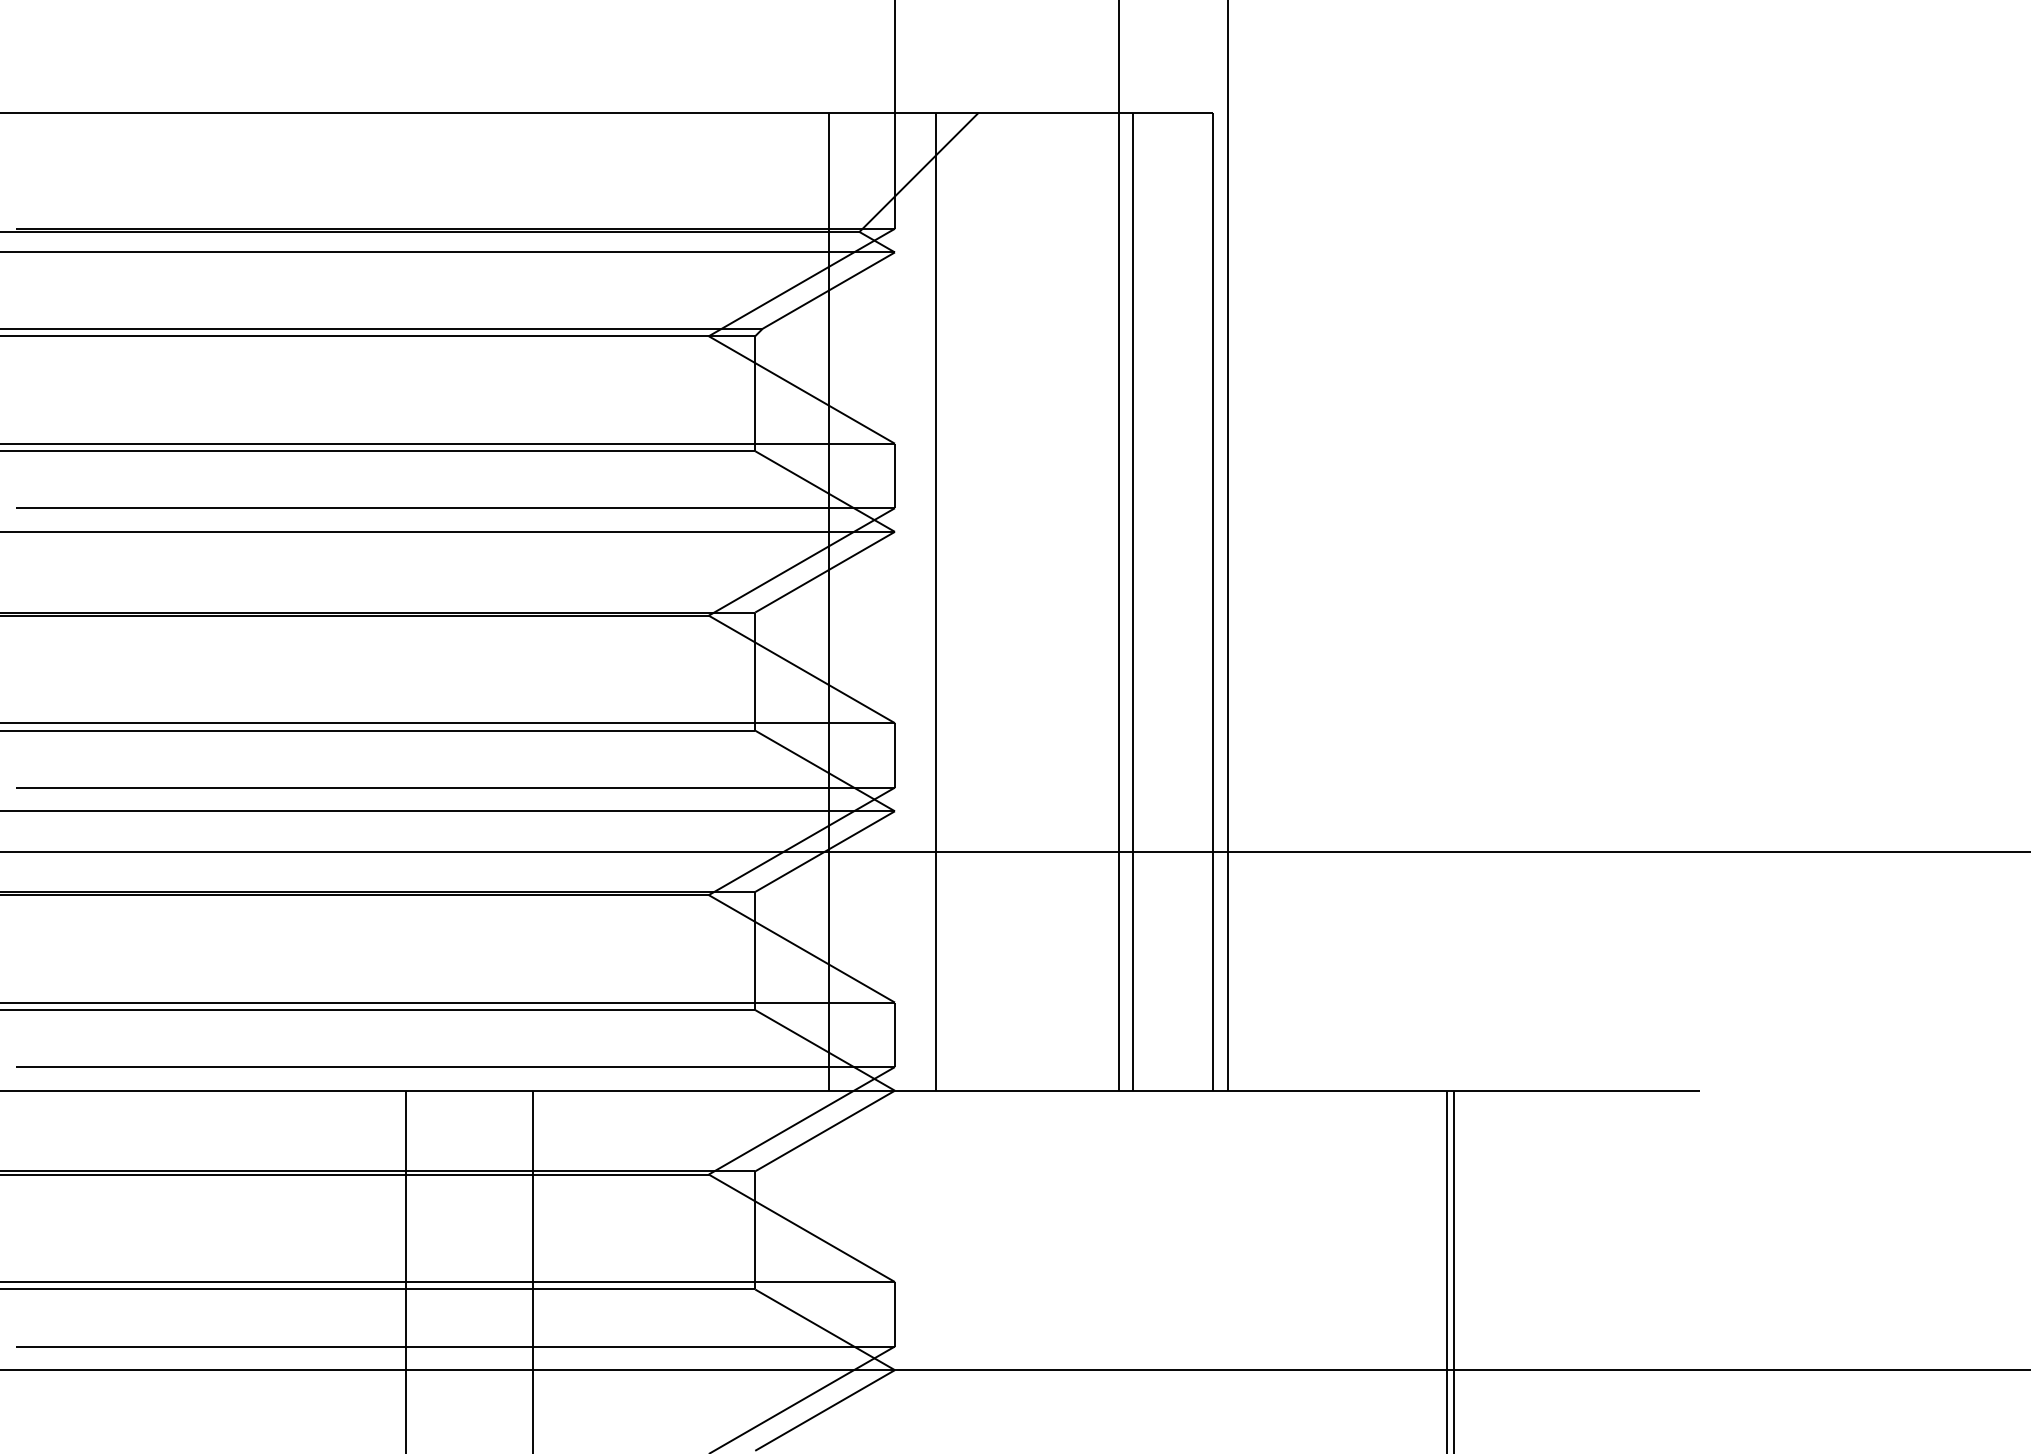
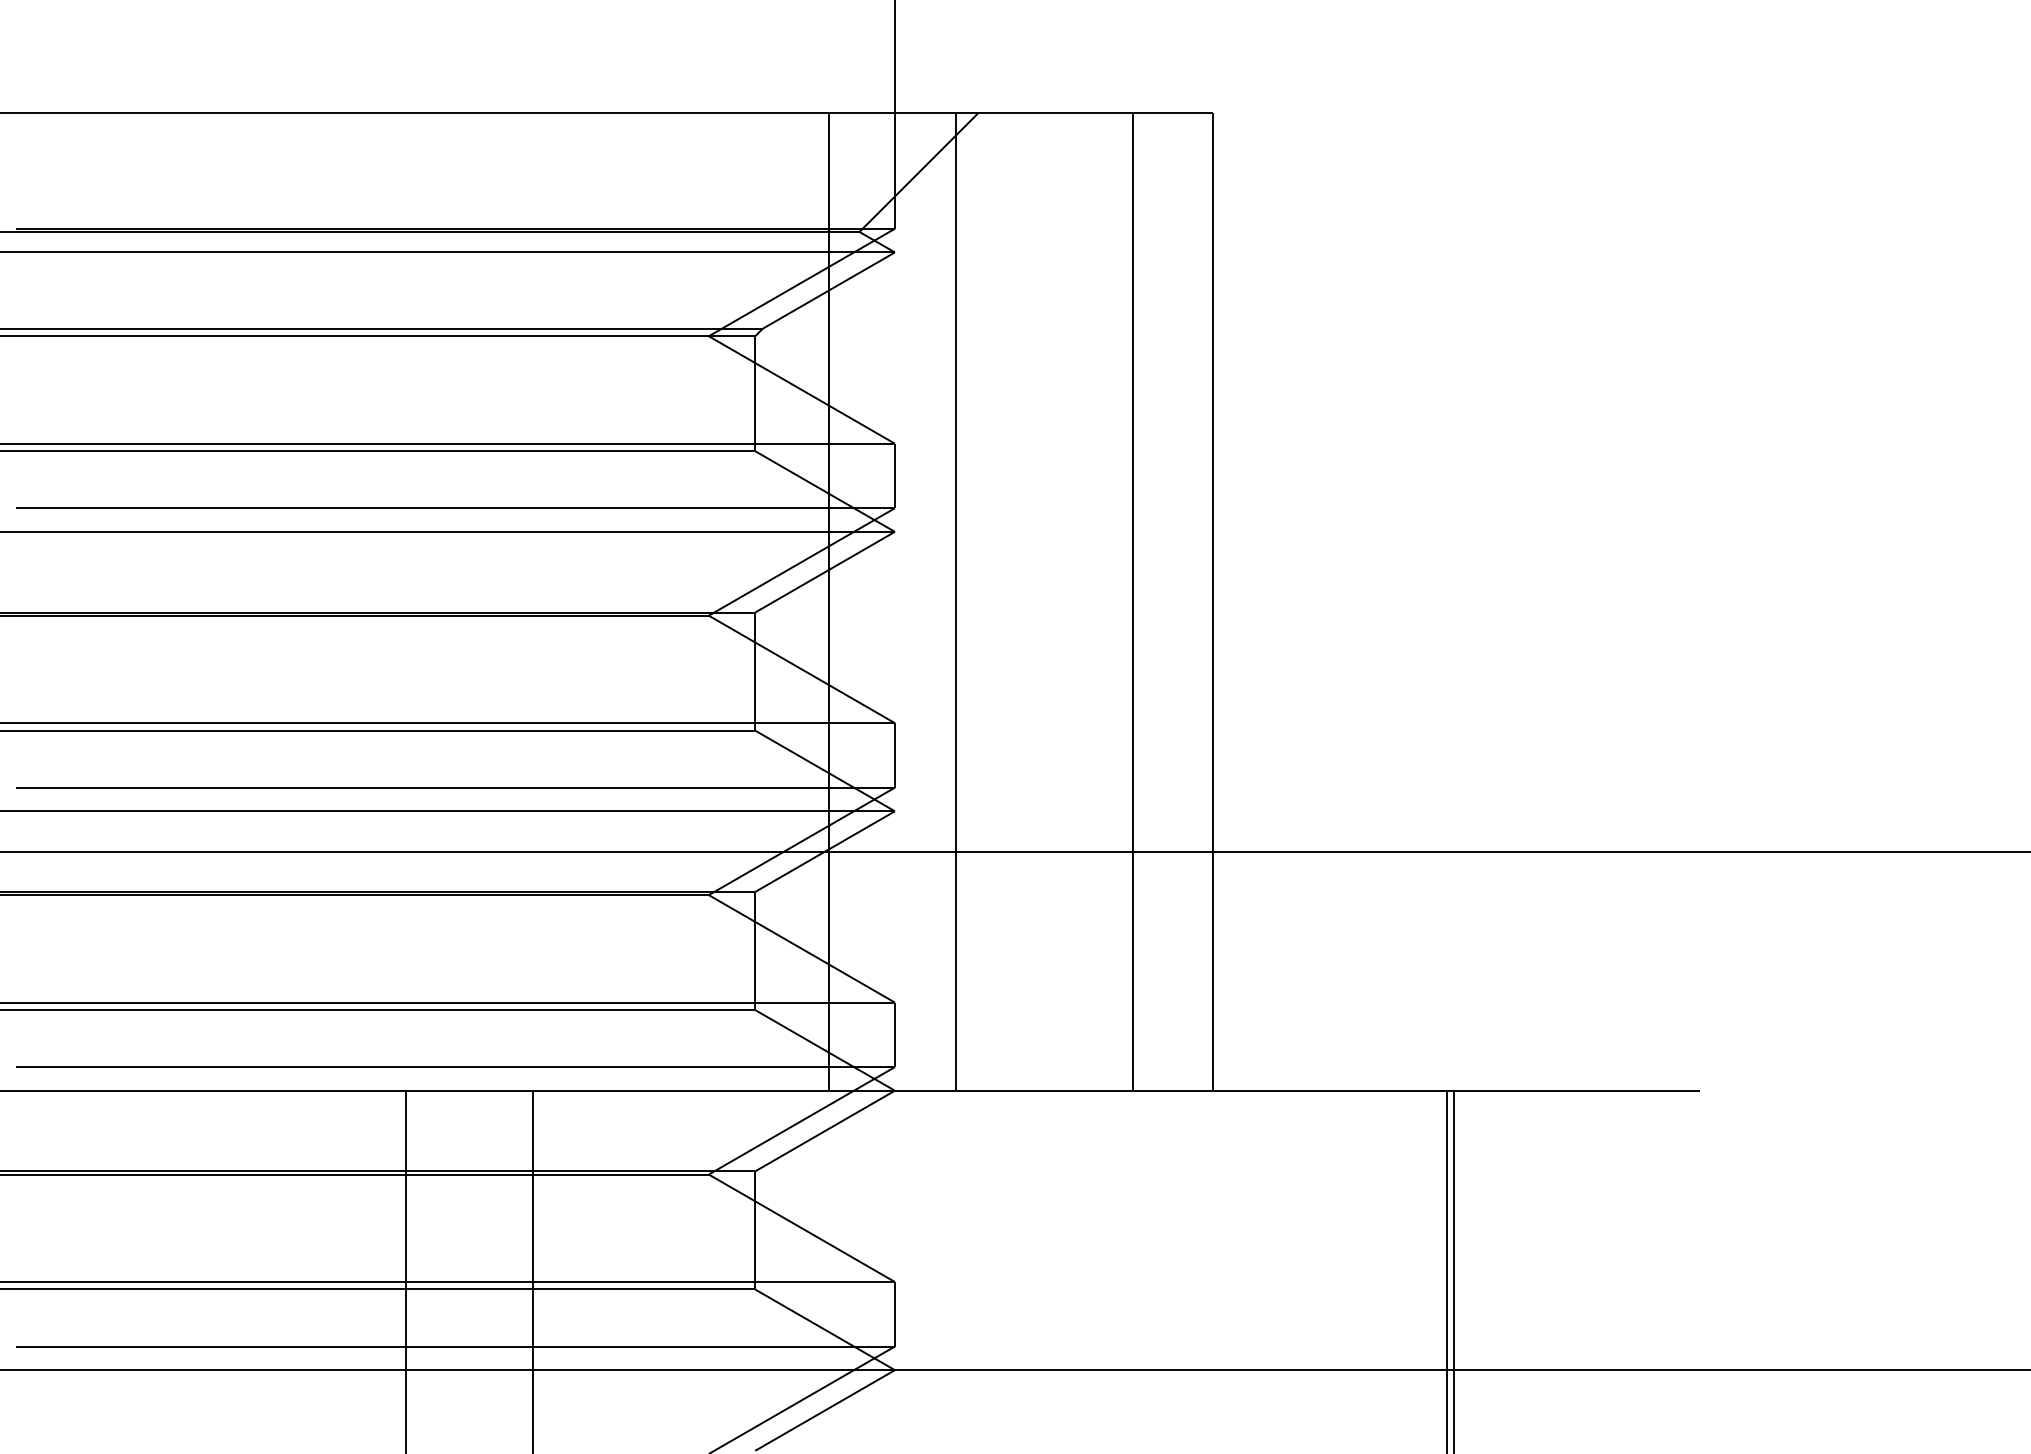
line at (1119, 546): present -> none
line at (1228, 546): present -> none
line at (935, 601) position: (935, 601) -> (955, 601)
